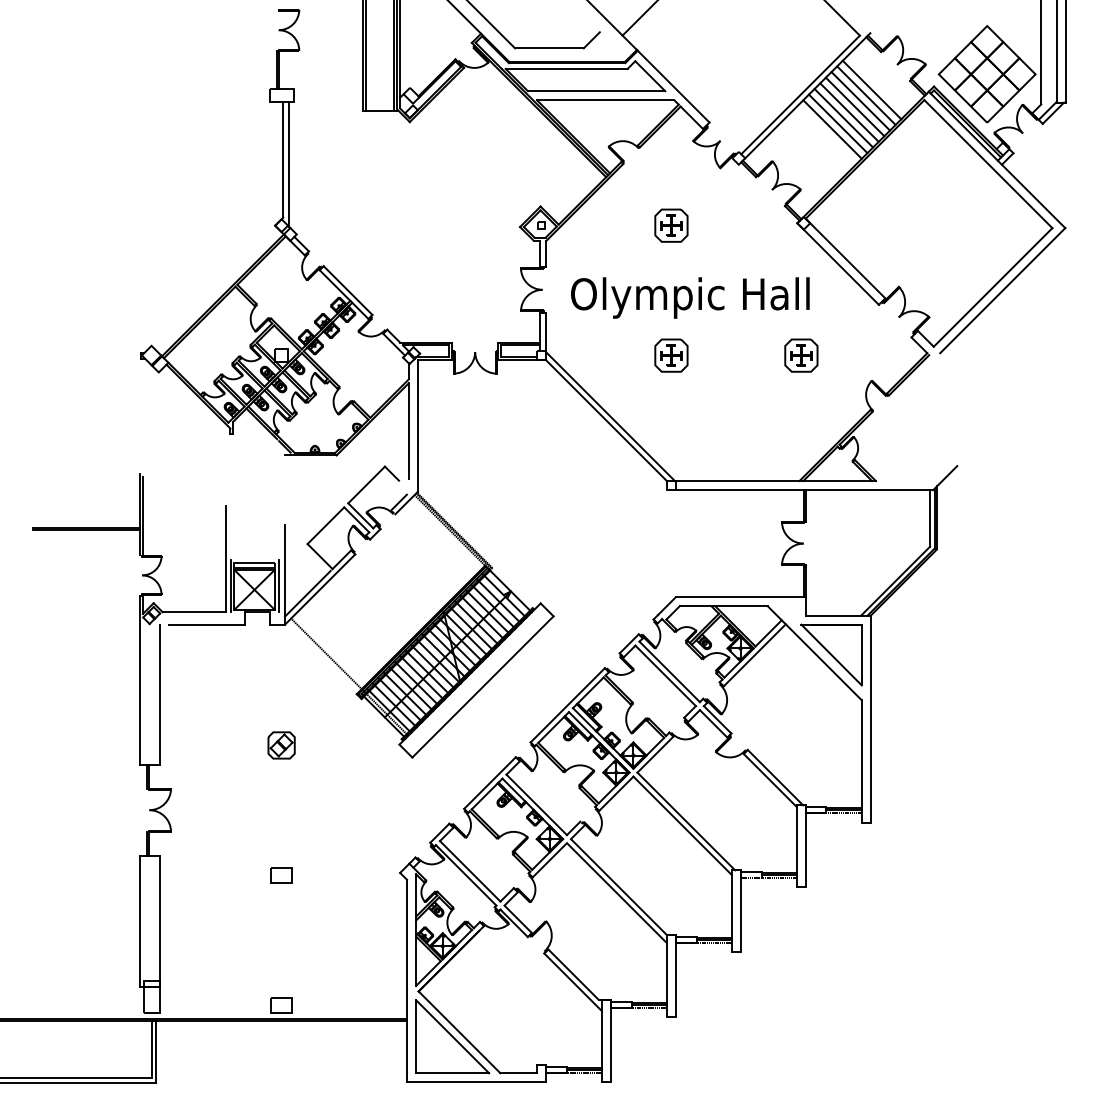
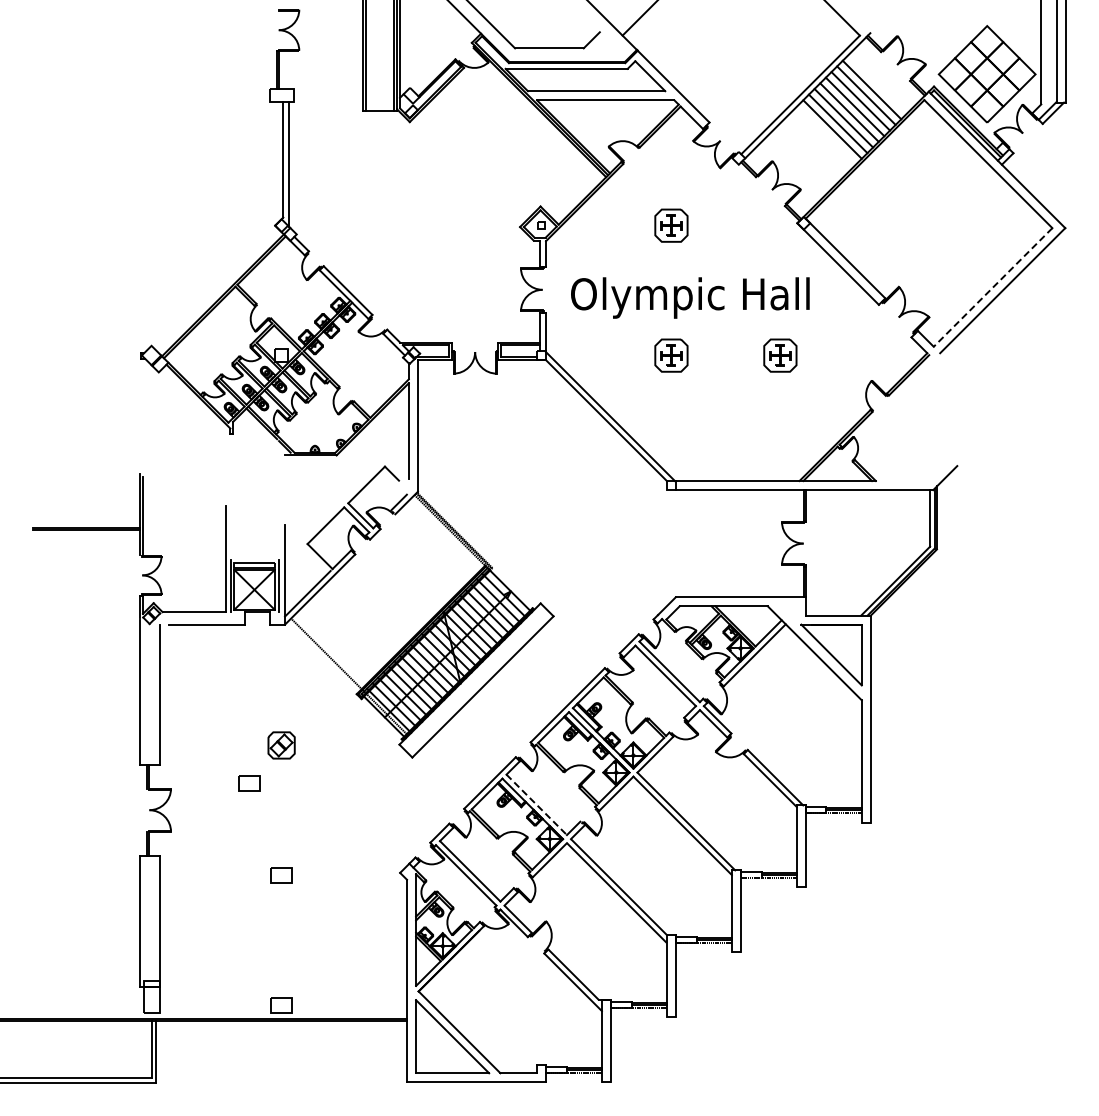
line at (993, 287): solid -> dashed
part at (801, 355) position: (801, 355) -> (780, 355)
part at (249, 783): none -> present
line at (536, 804): solid -> dashed
